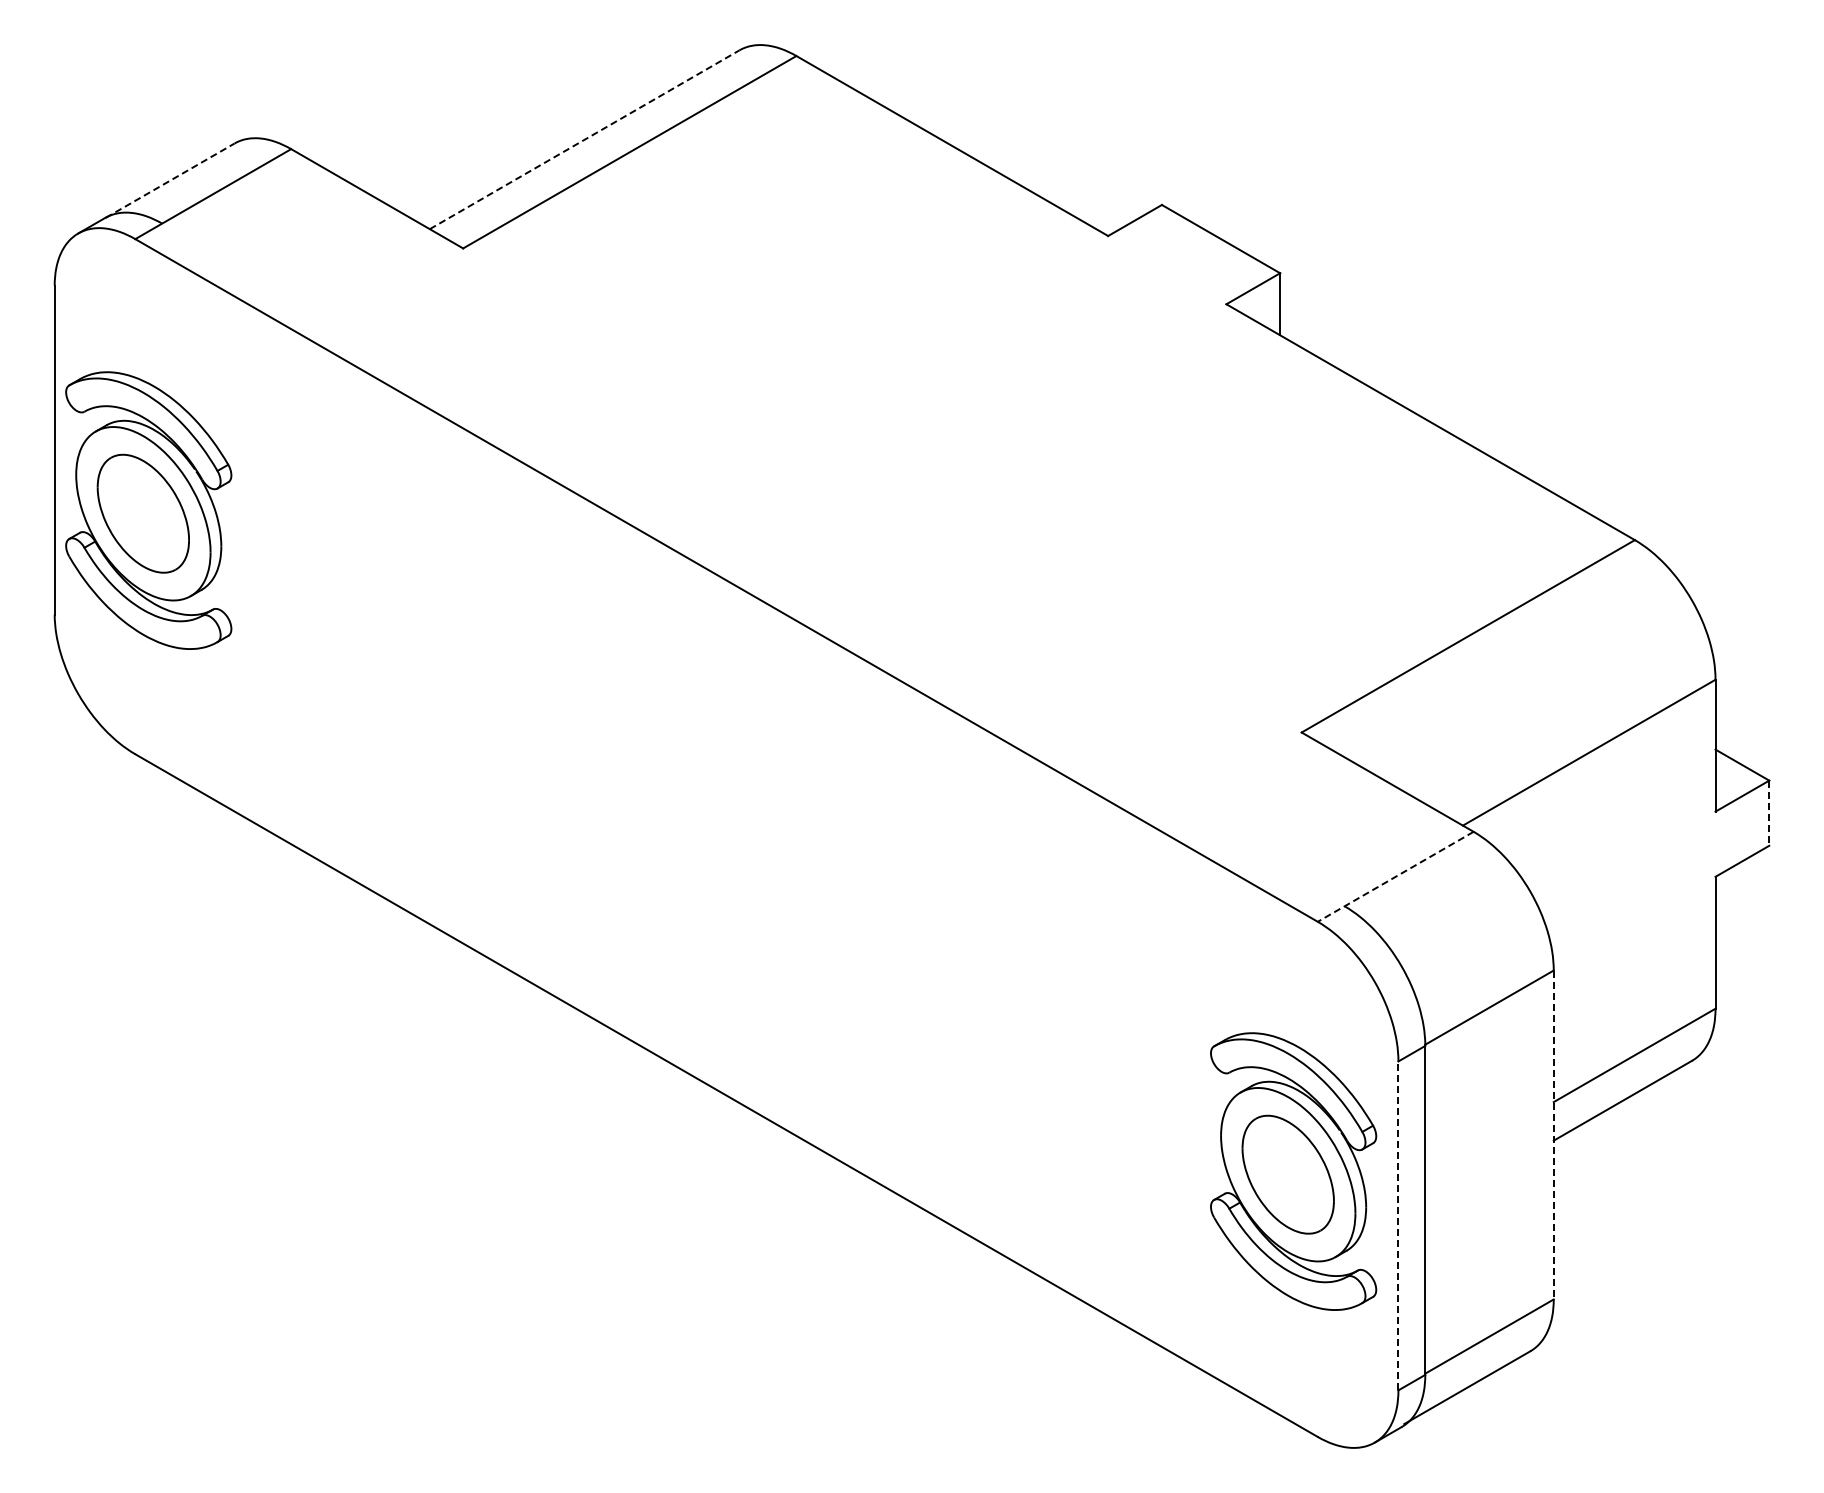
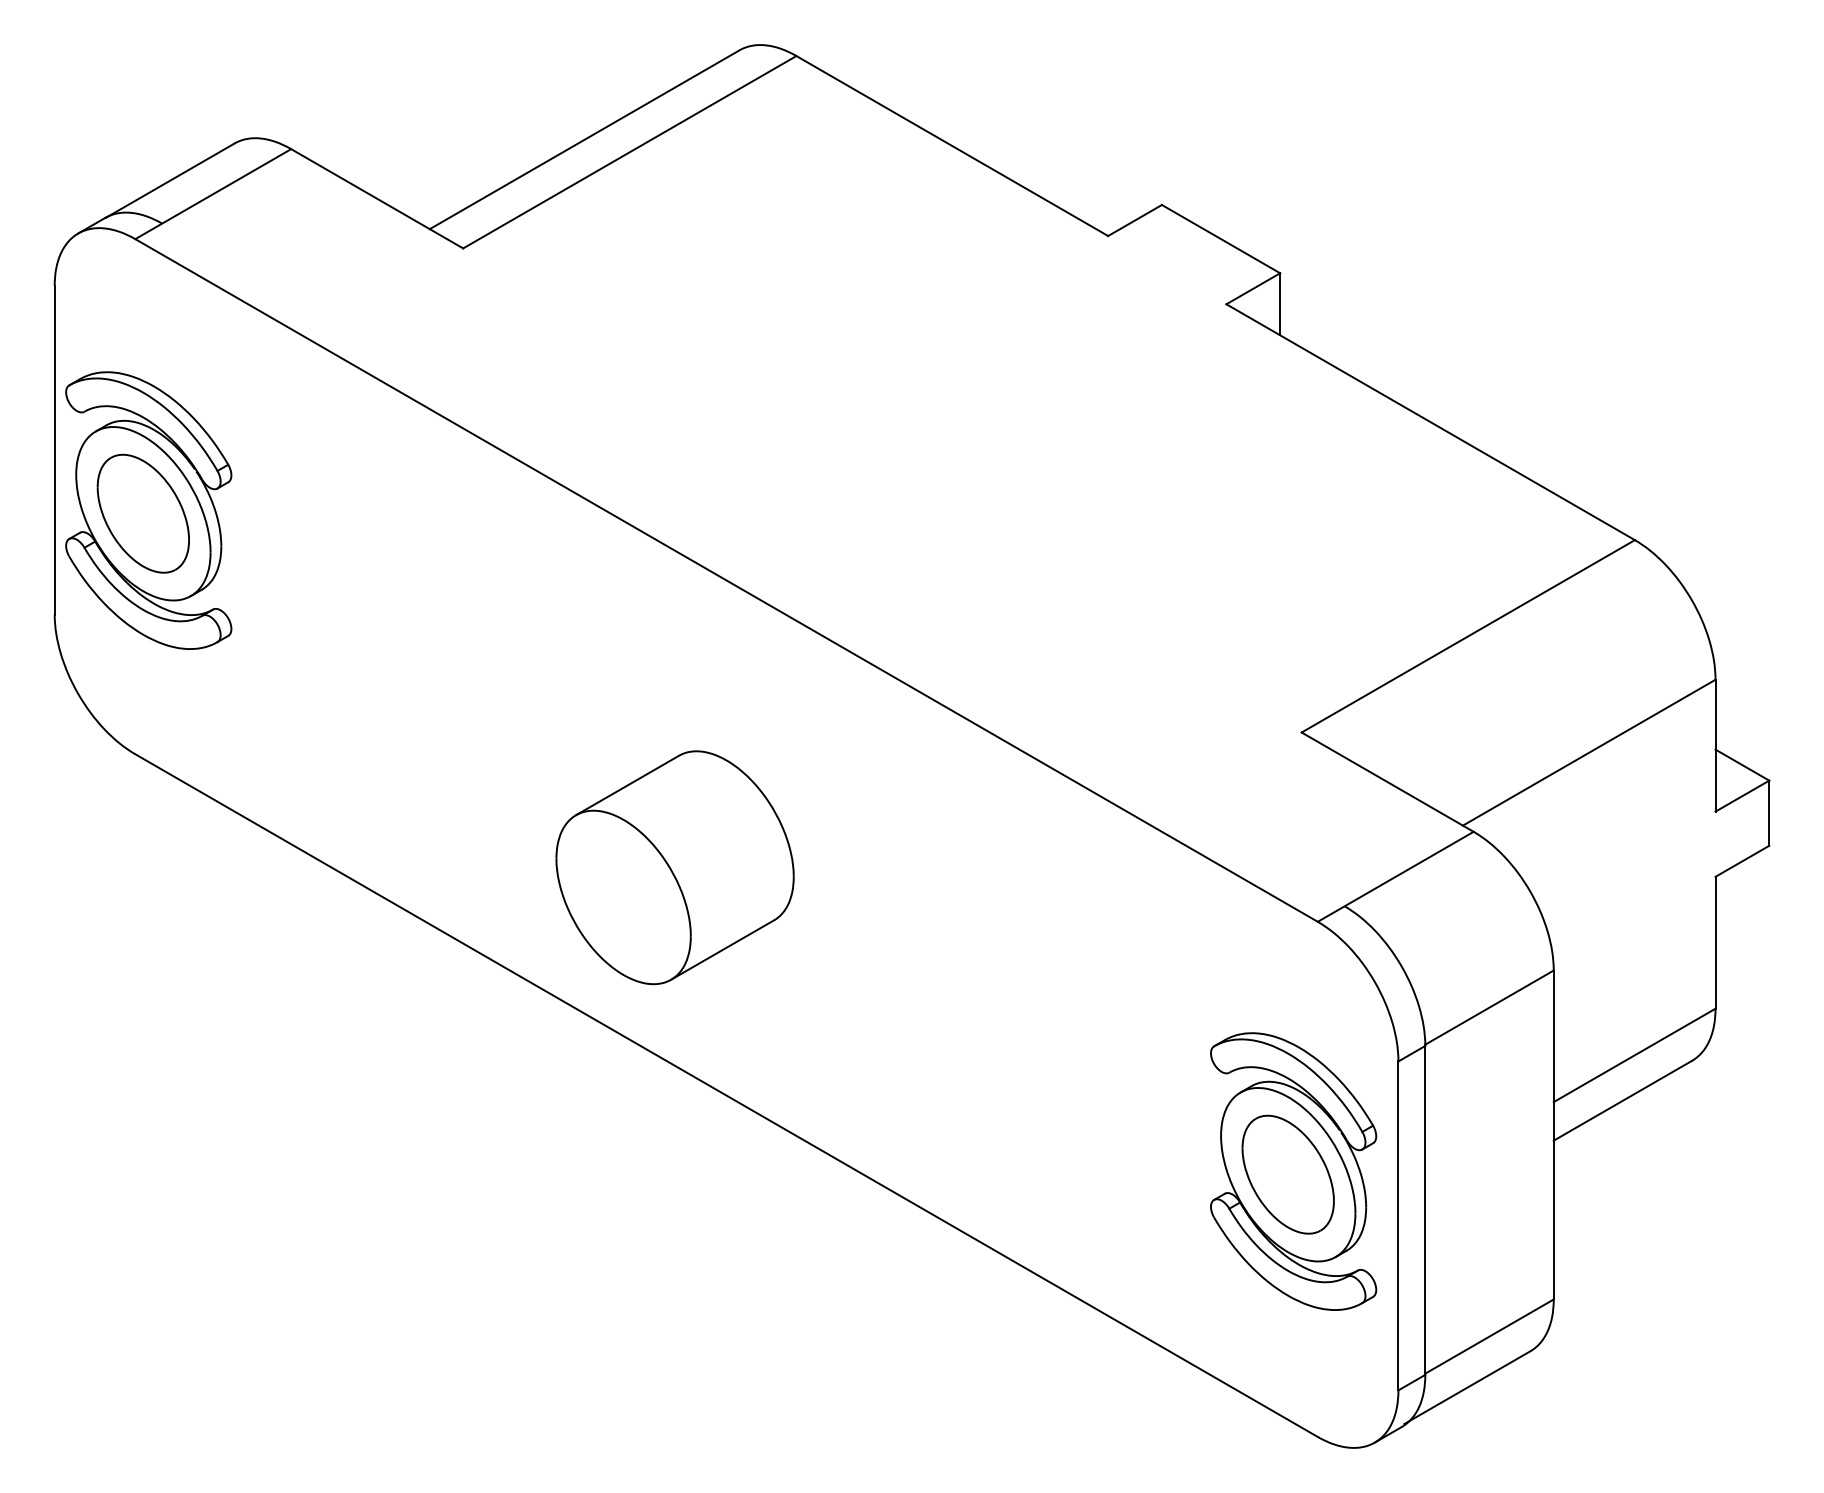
line at (584, 139): dashed -> solid
line at (170, 180): dashed -> solid
line at (1769, 813): dashed -> solid
part at (674, 867): none -> present
line at (1395, 876): dashed -> solid
line at (1553, 1135): dashed -> solid
line at (1398, 1225): dashed -> solid
